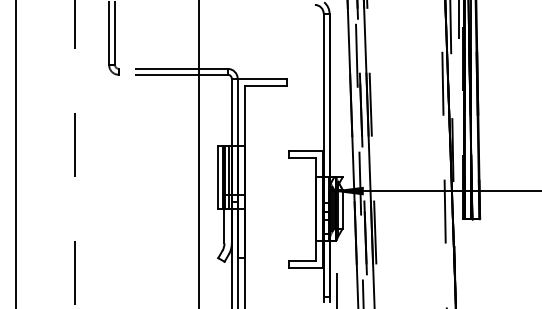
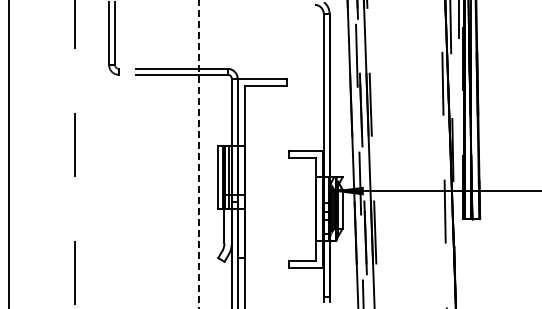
line at (16, 153) position: (16, 153) -> (9, 153)
line at (199, 154): solid -> dashed
line at (336, 288): present -> none
